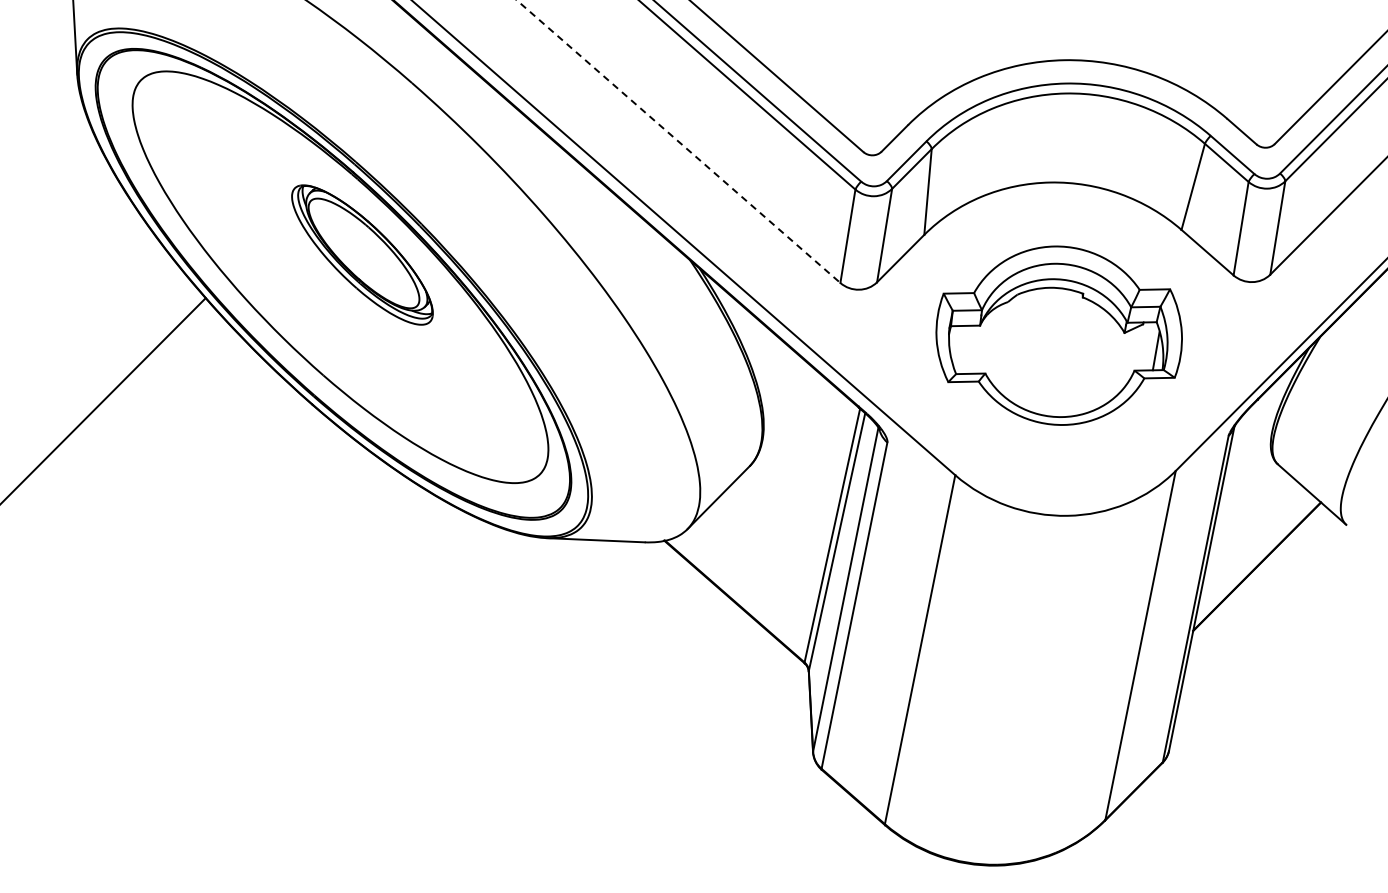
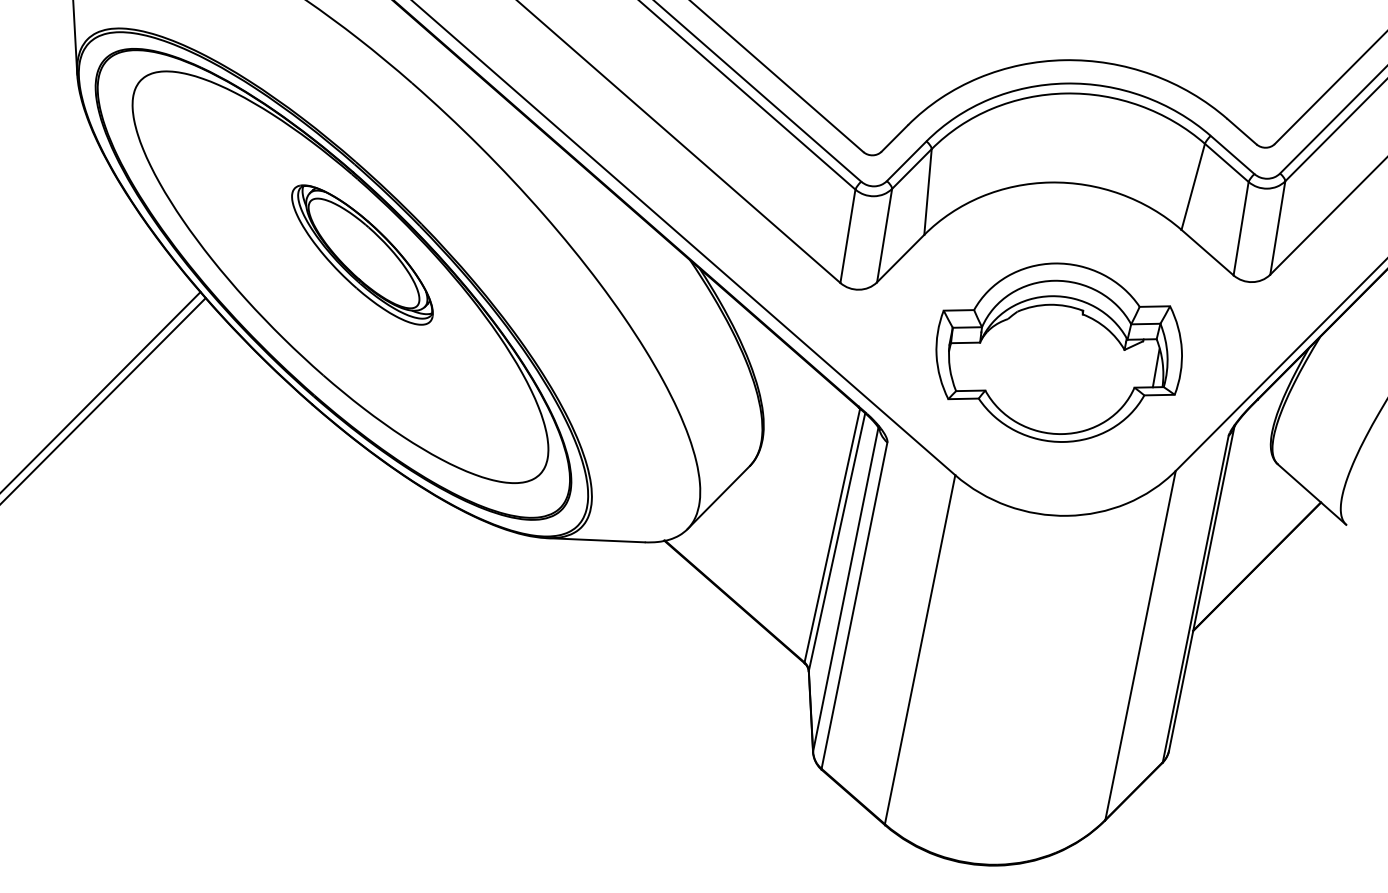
line at (678, 141): dashed -> solid
part at (1058, 335) position: (1058, 335) -> (1058, 352)
line at (101, 391): none -> present
